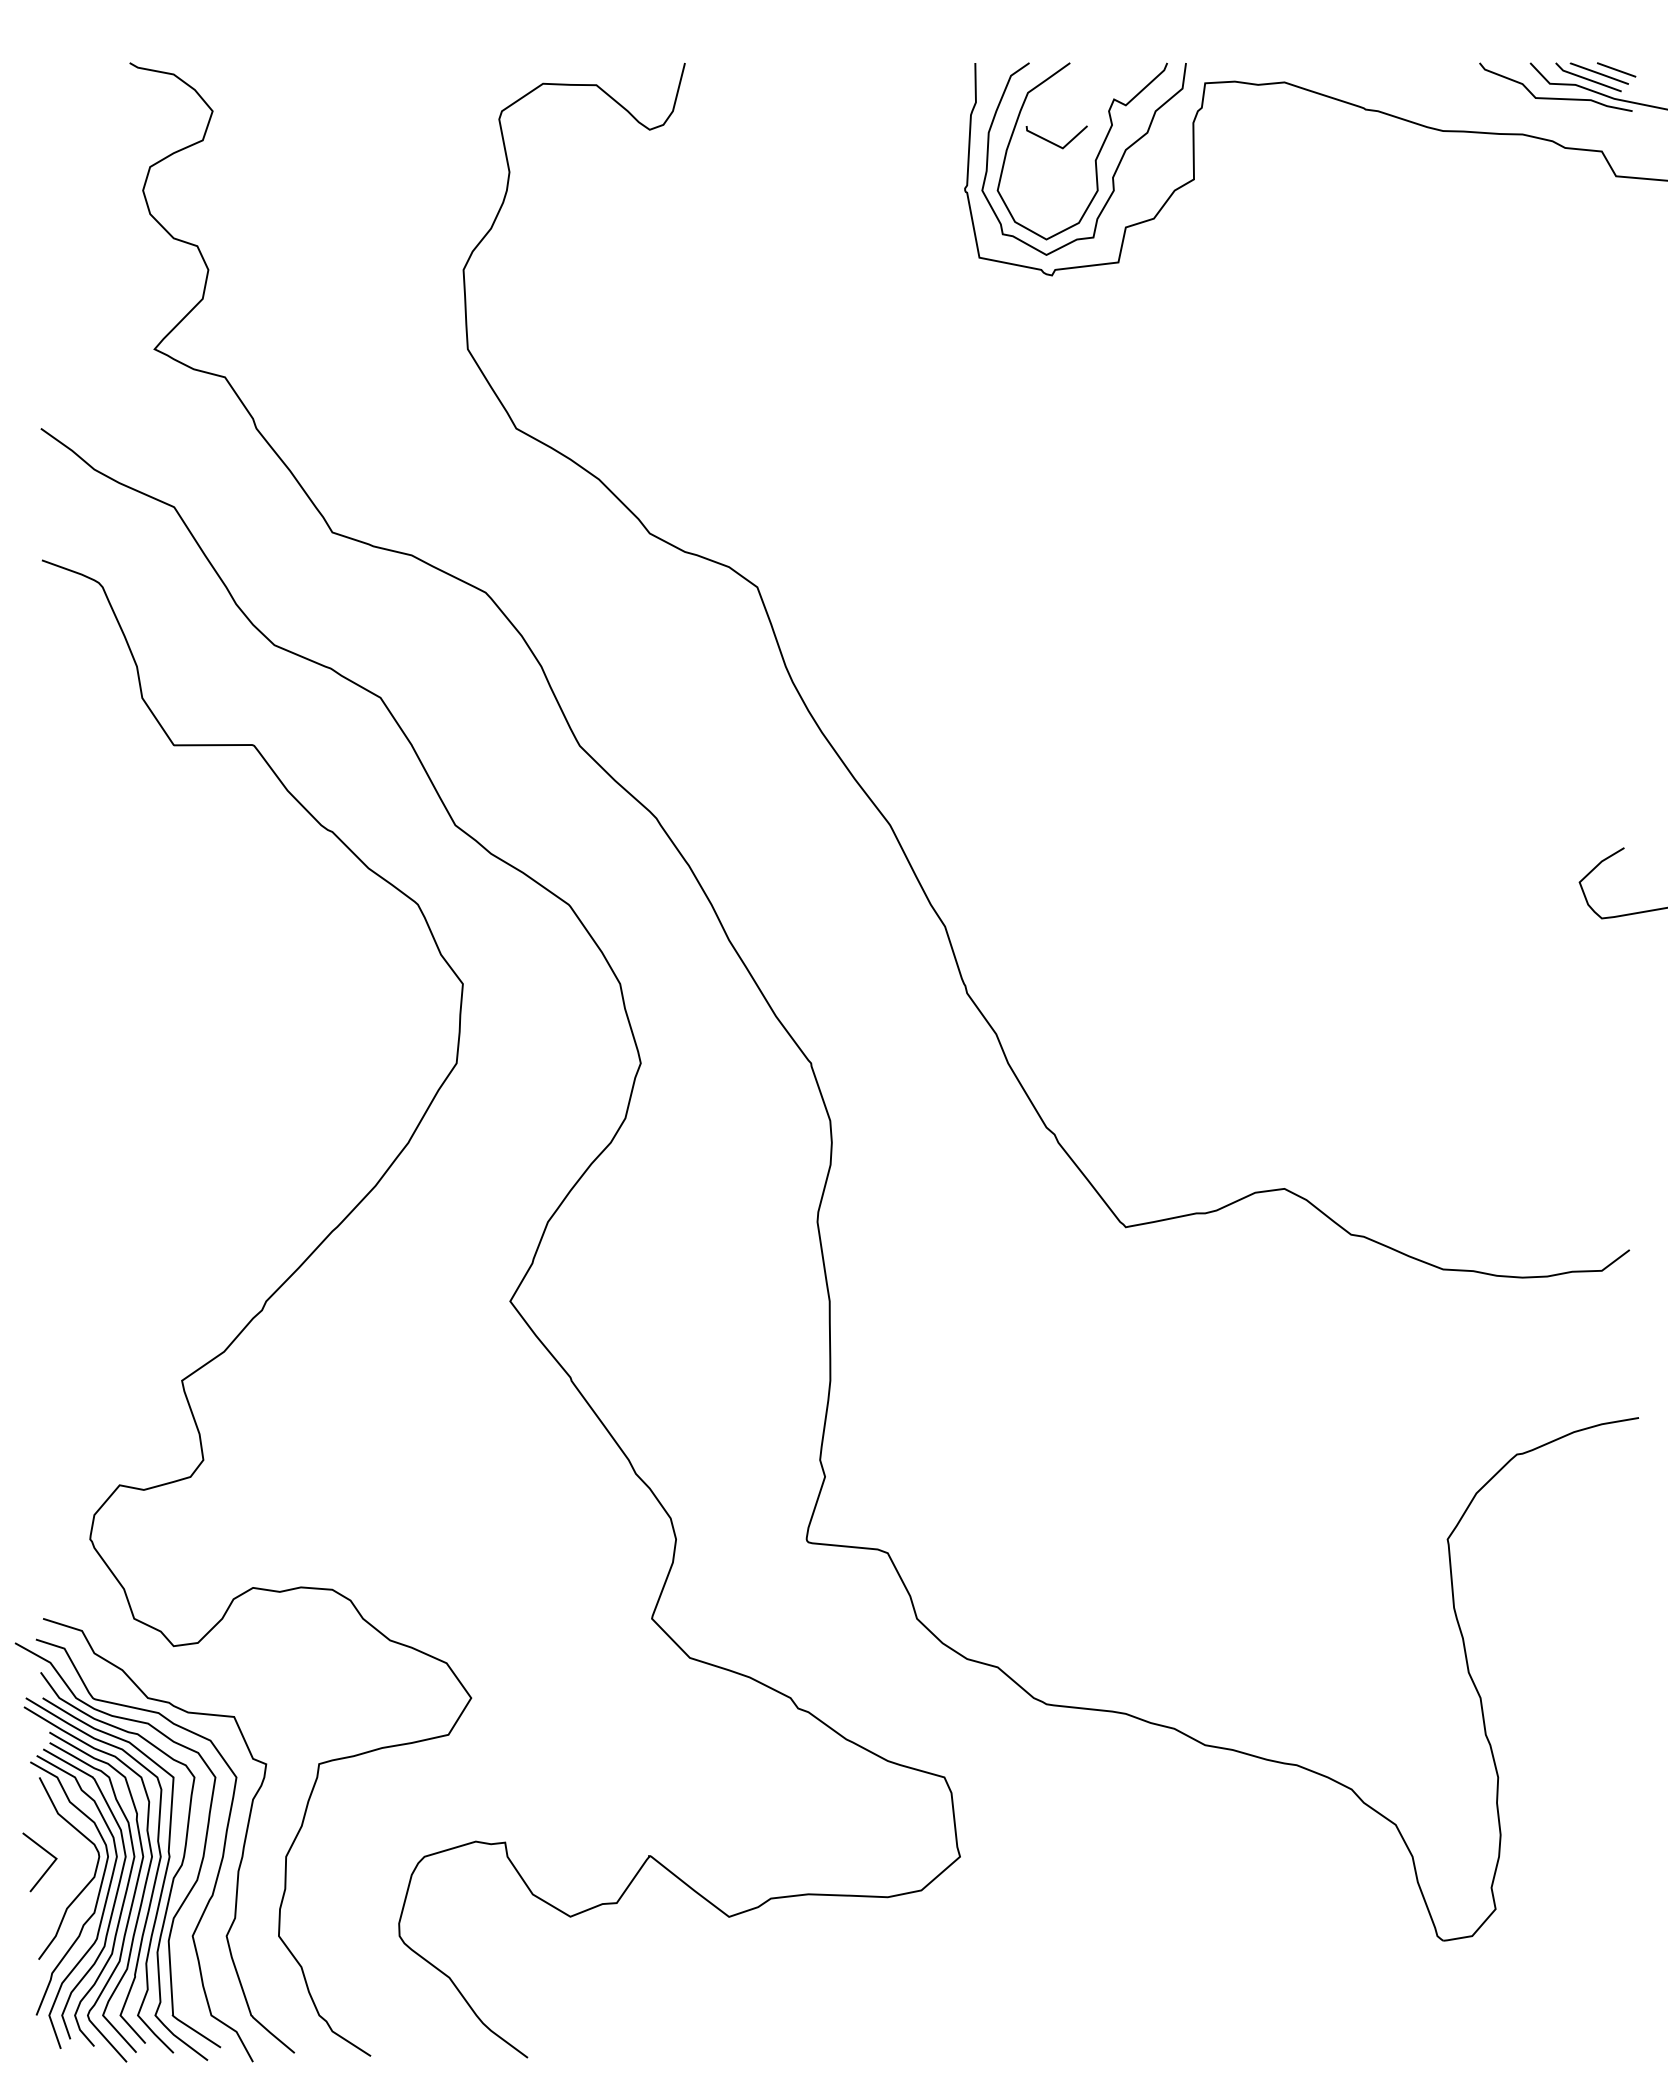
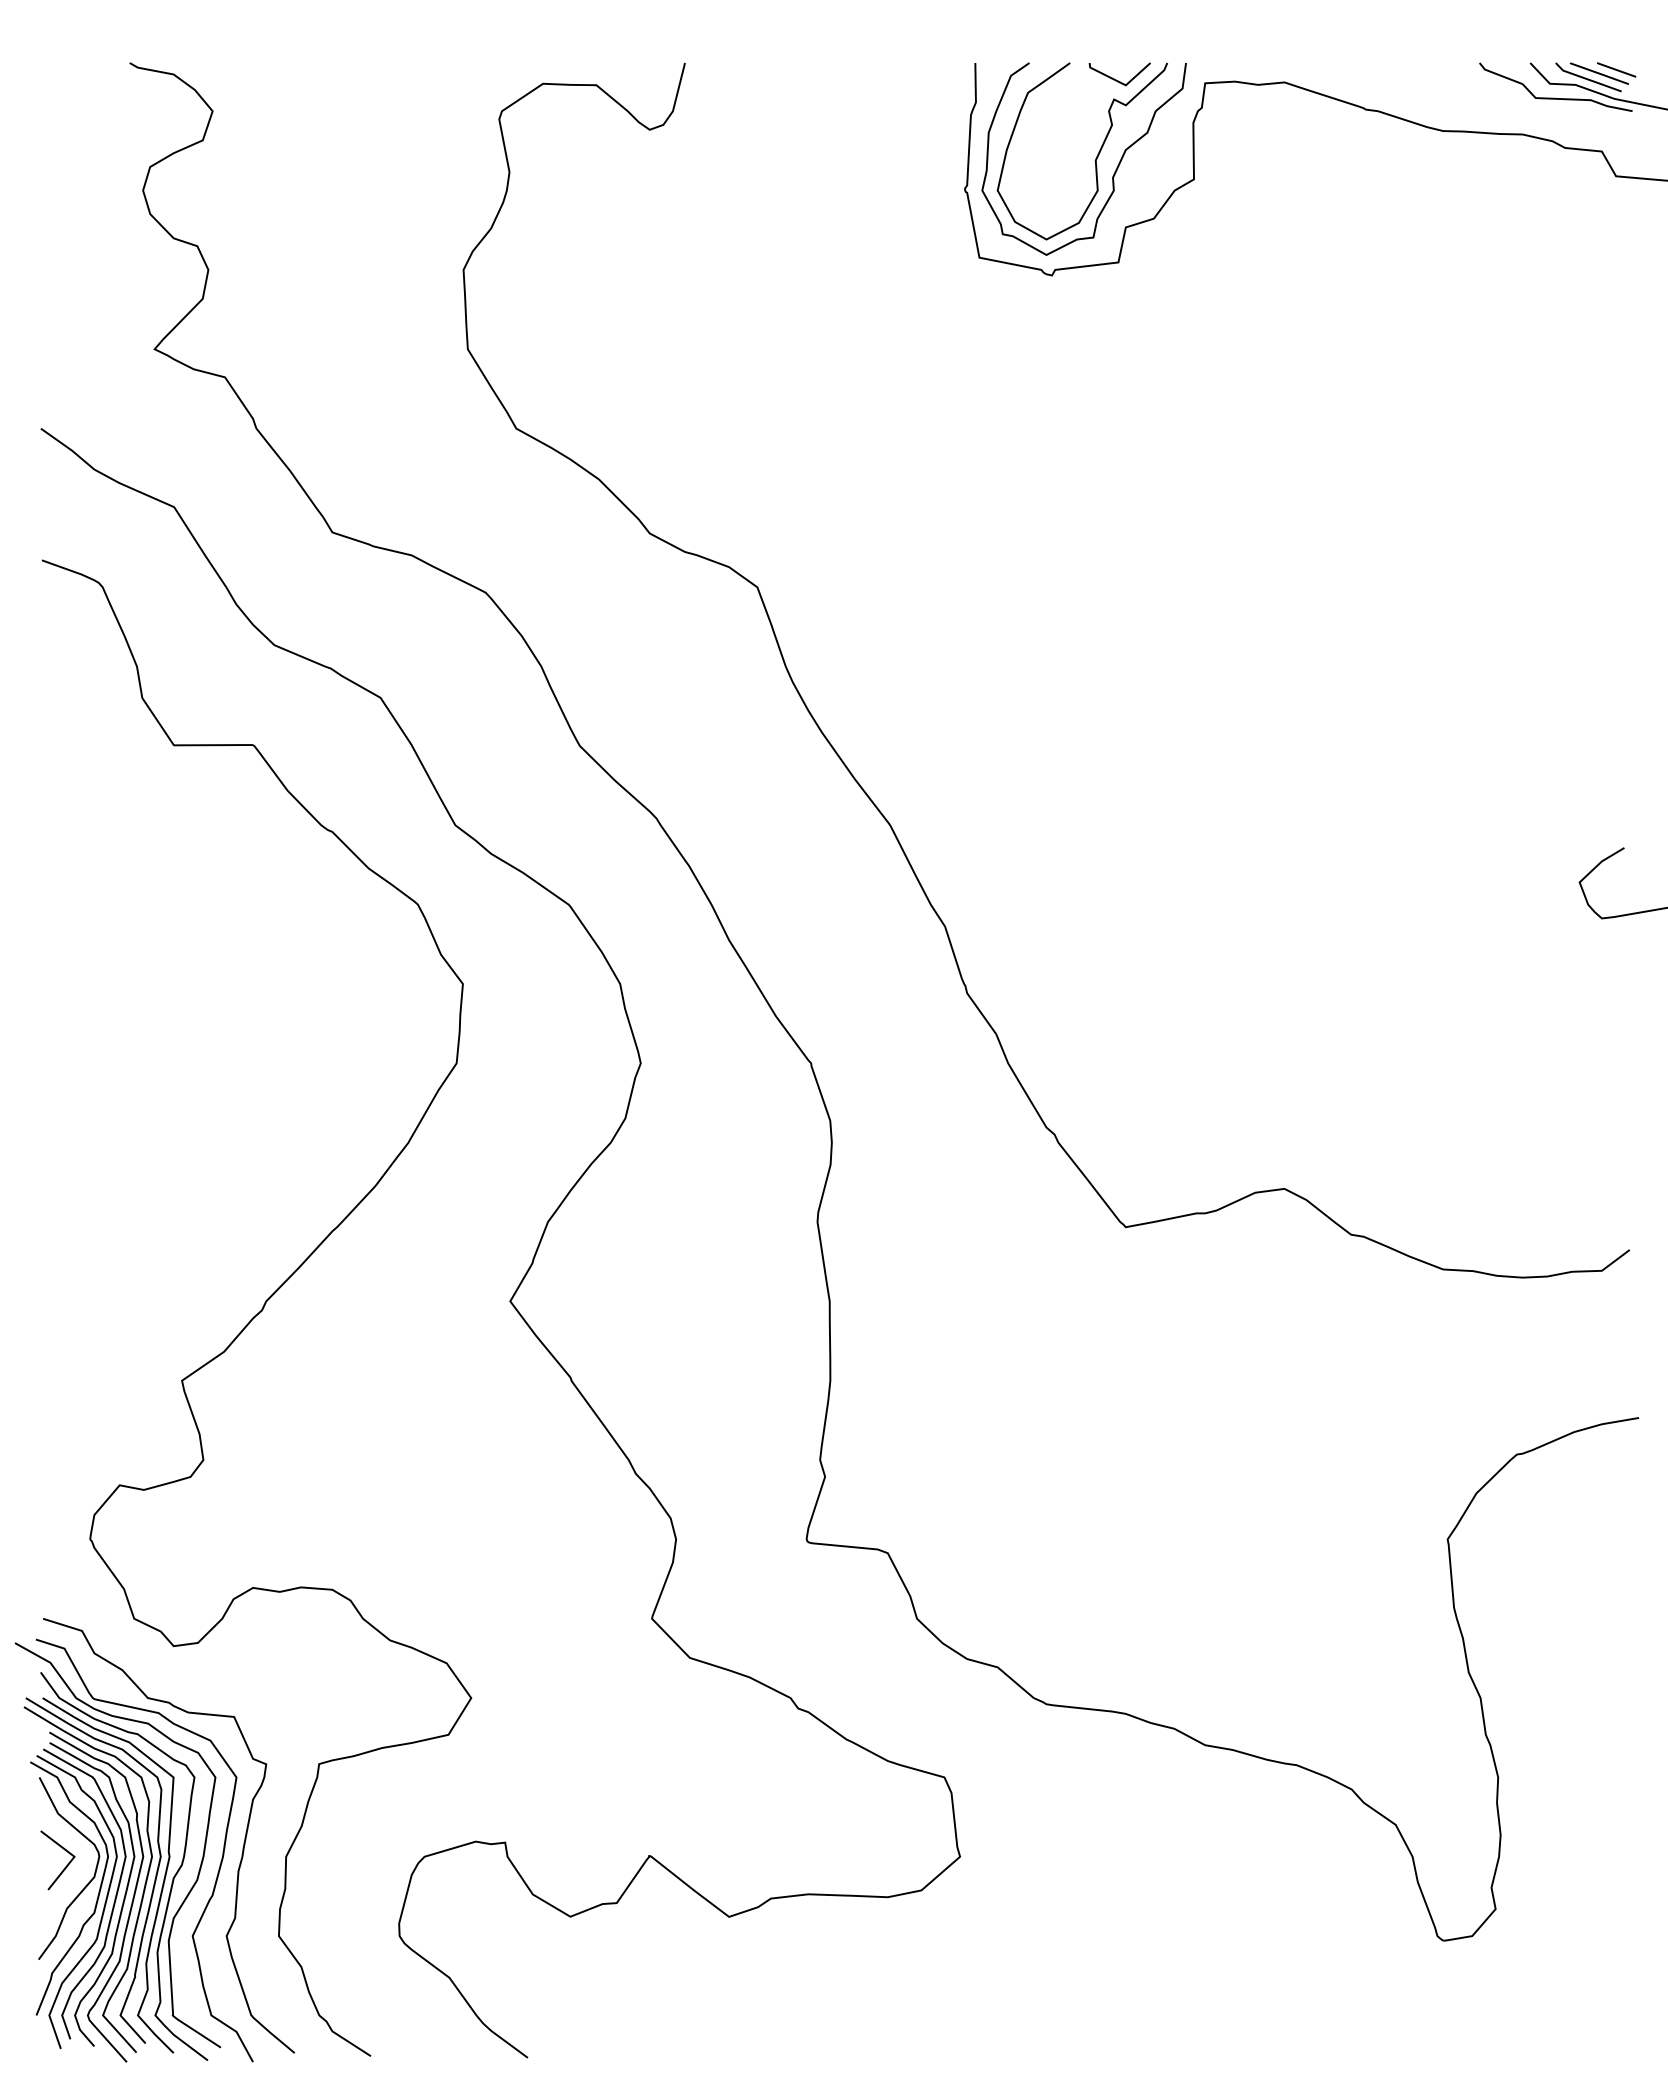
line at (1053, 142) position: (1053, 142) -> (1116, 79)
line at (46, 1869) position: (46, 1869) -> (64, 1867)
